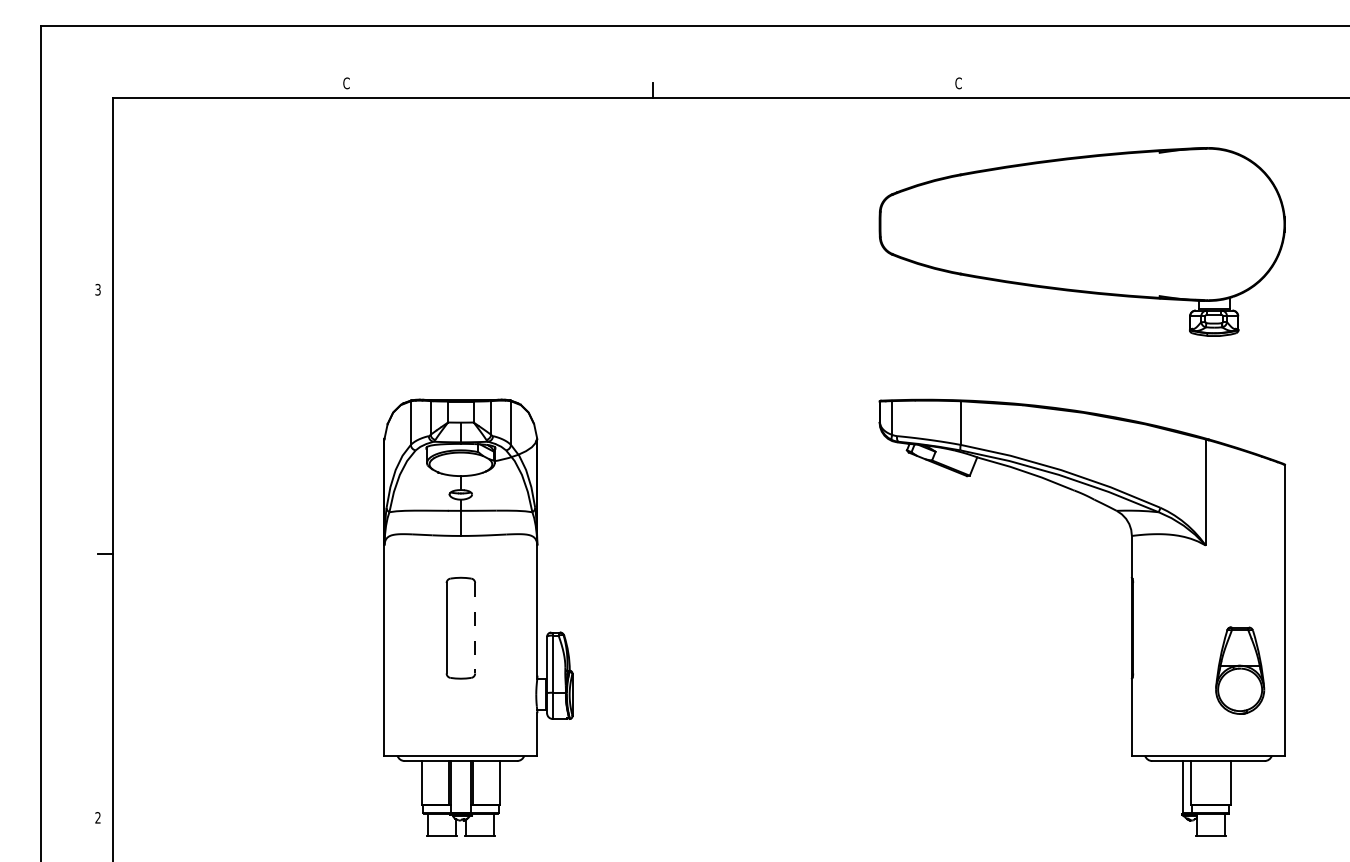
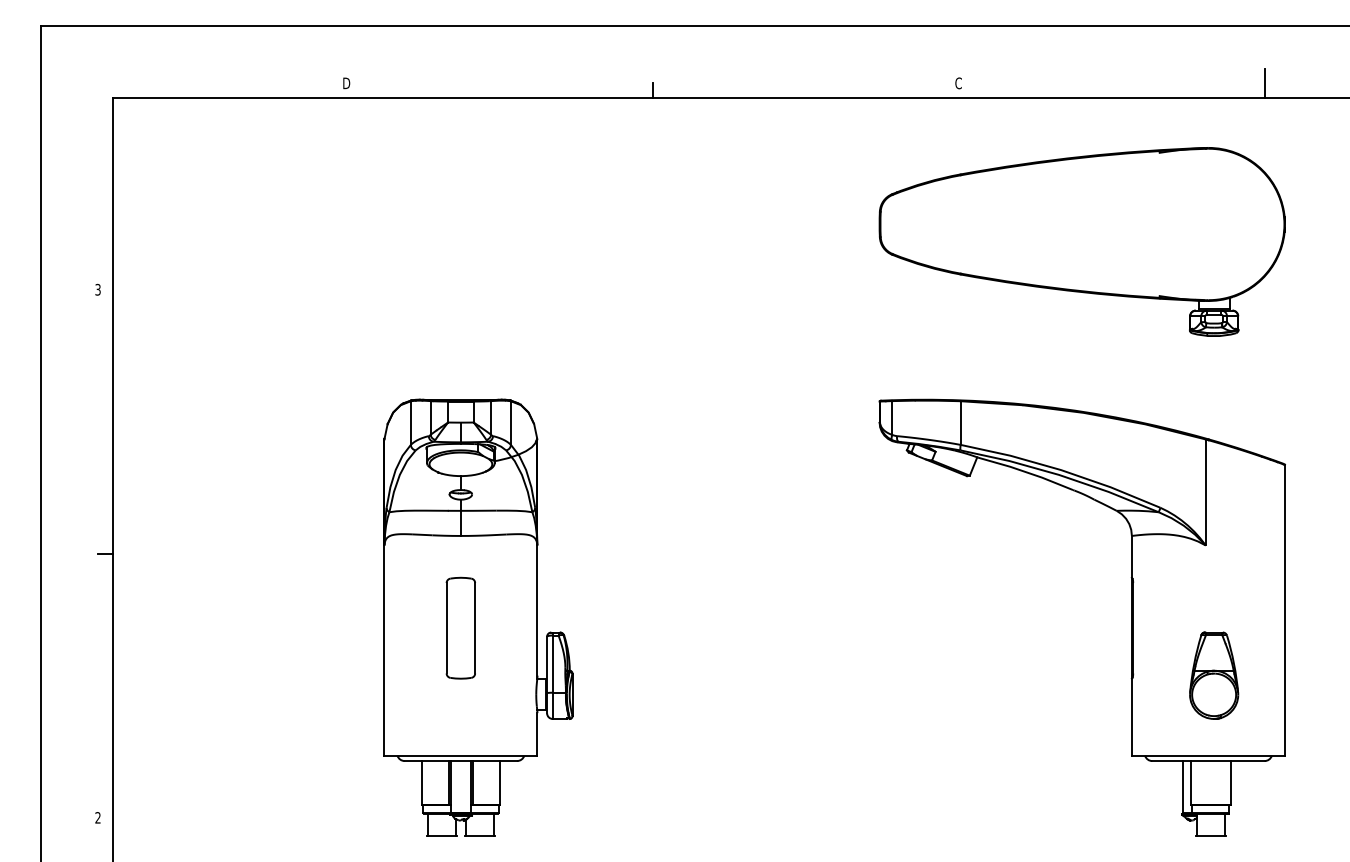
line at (1264, 82): none -> present
text at (346, 83): C -> D
line at (475, 628): dashed -> solid
part at (1240, 670) position: (1240, 670) -> (1214, 675)
